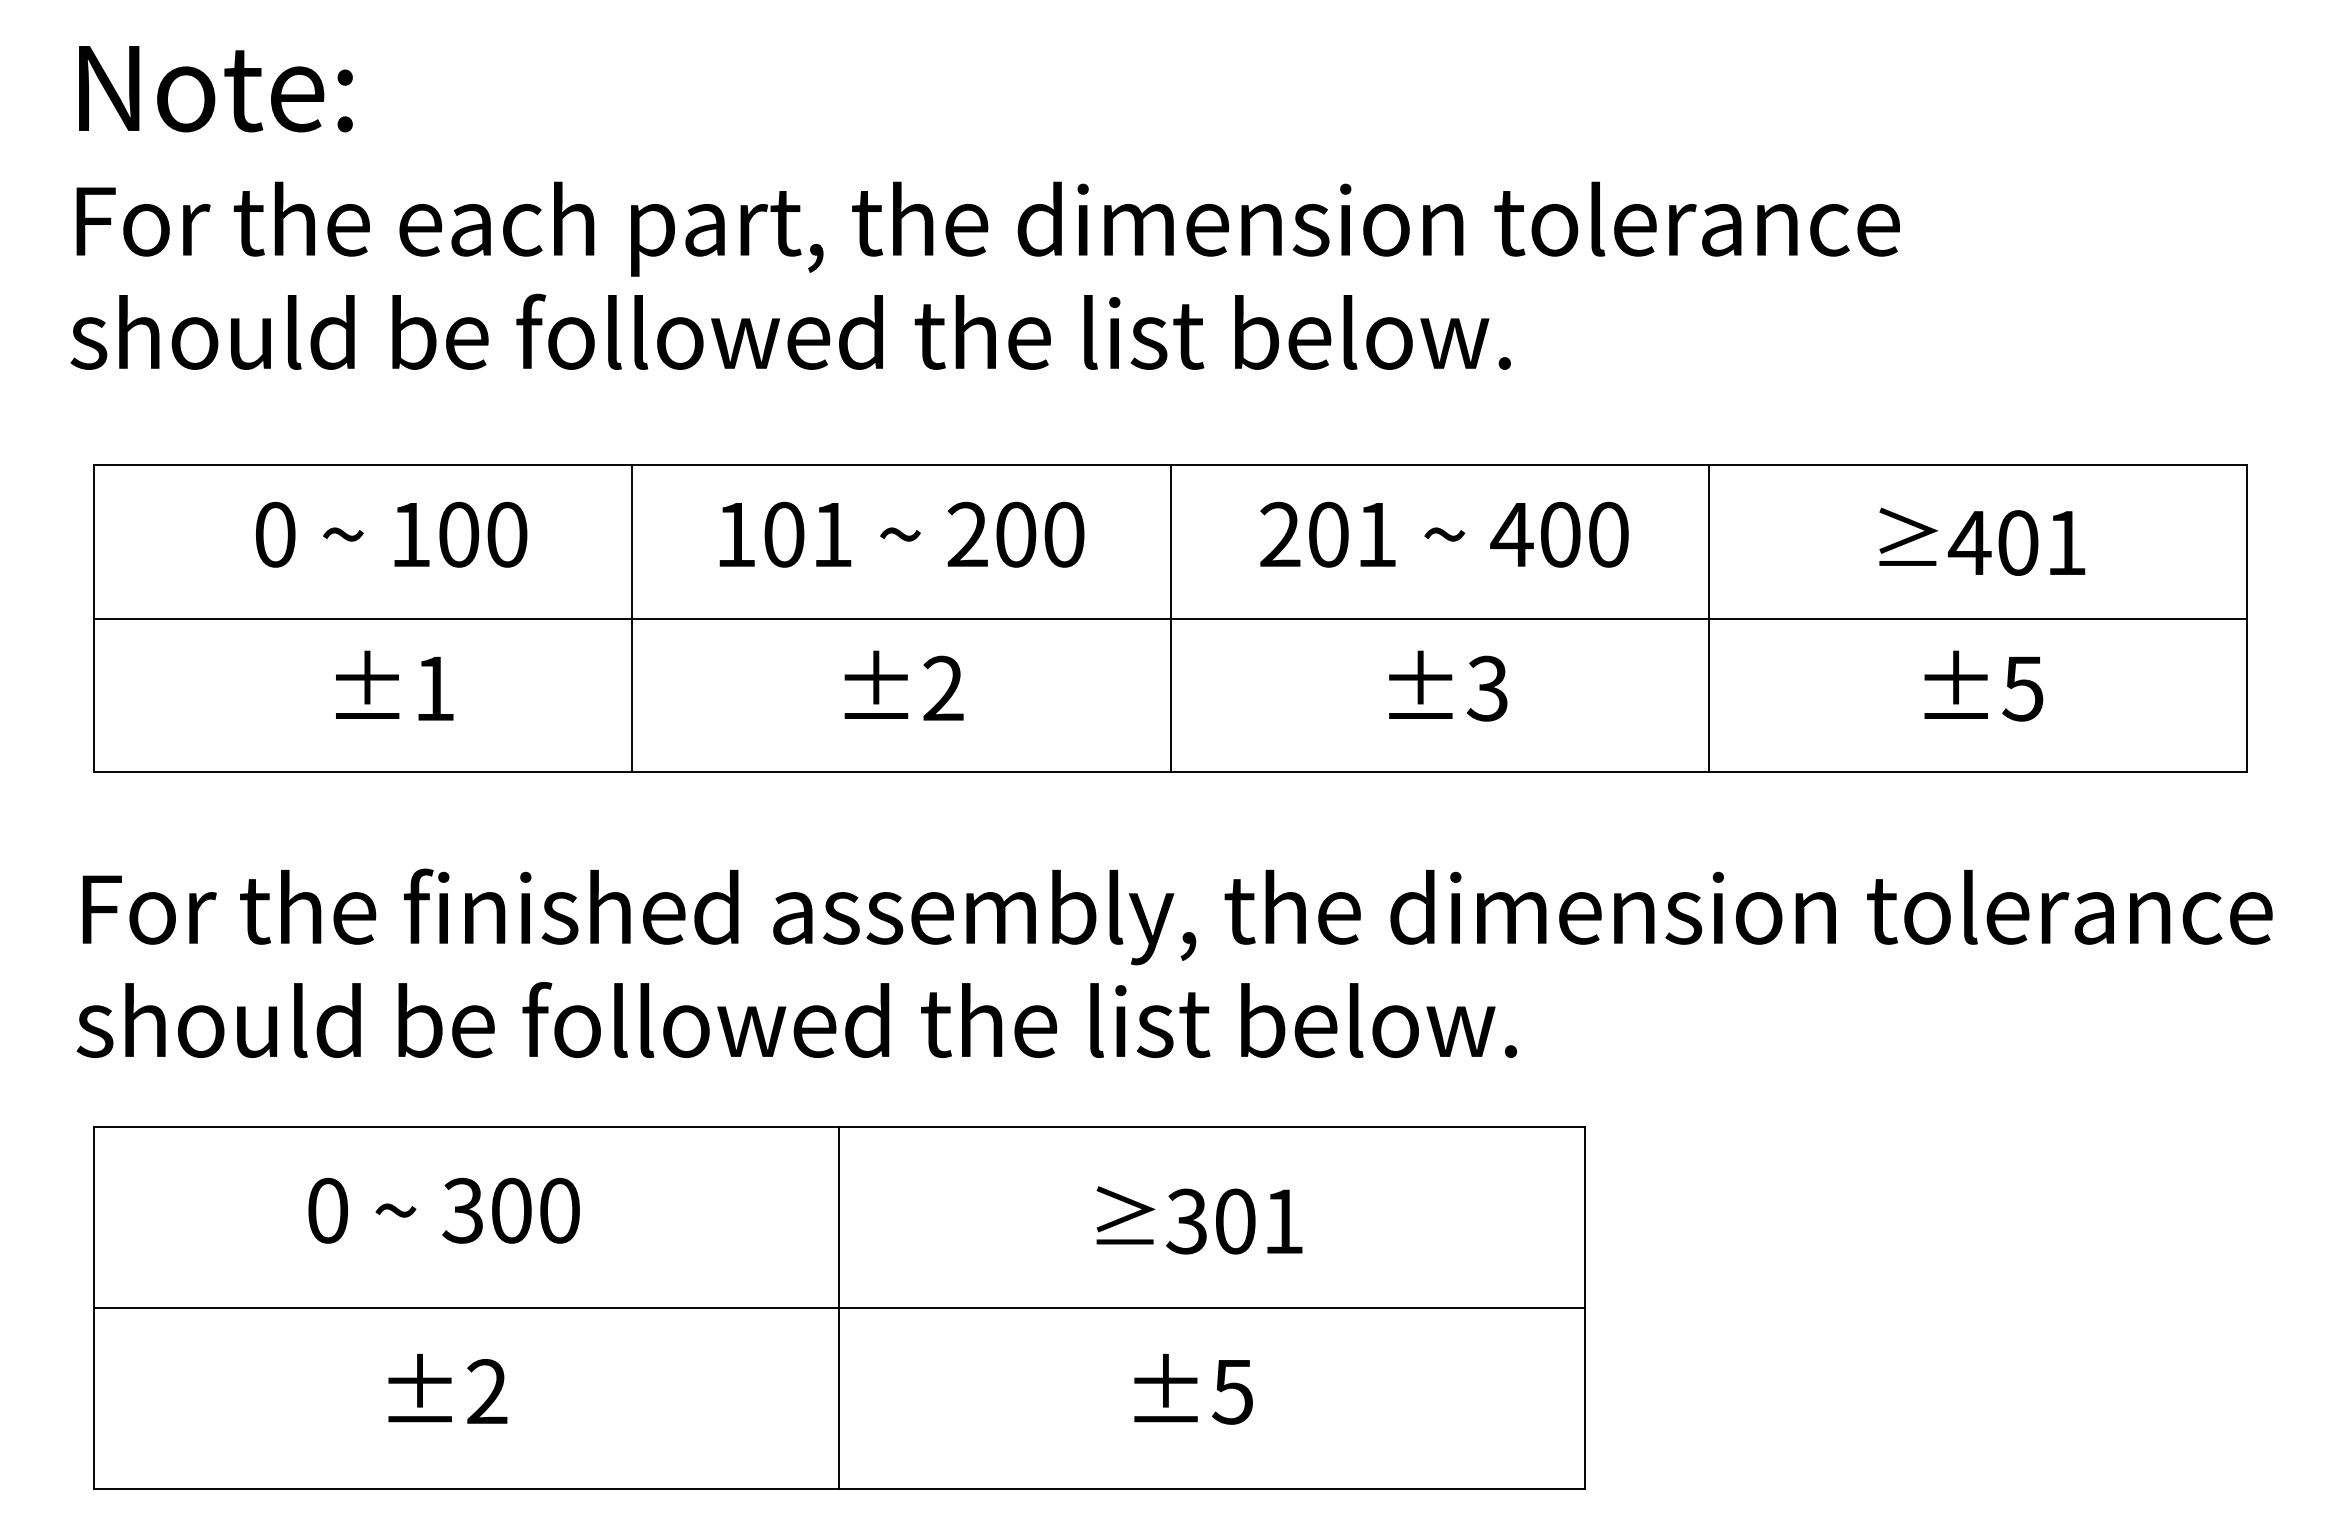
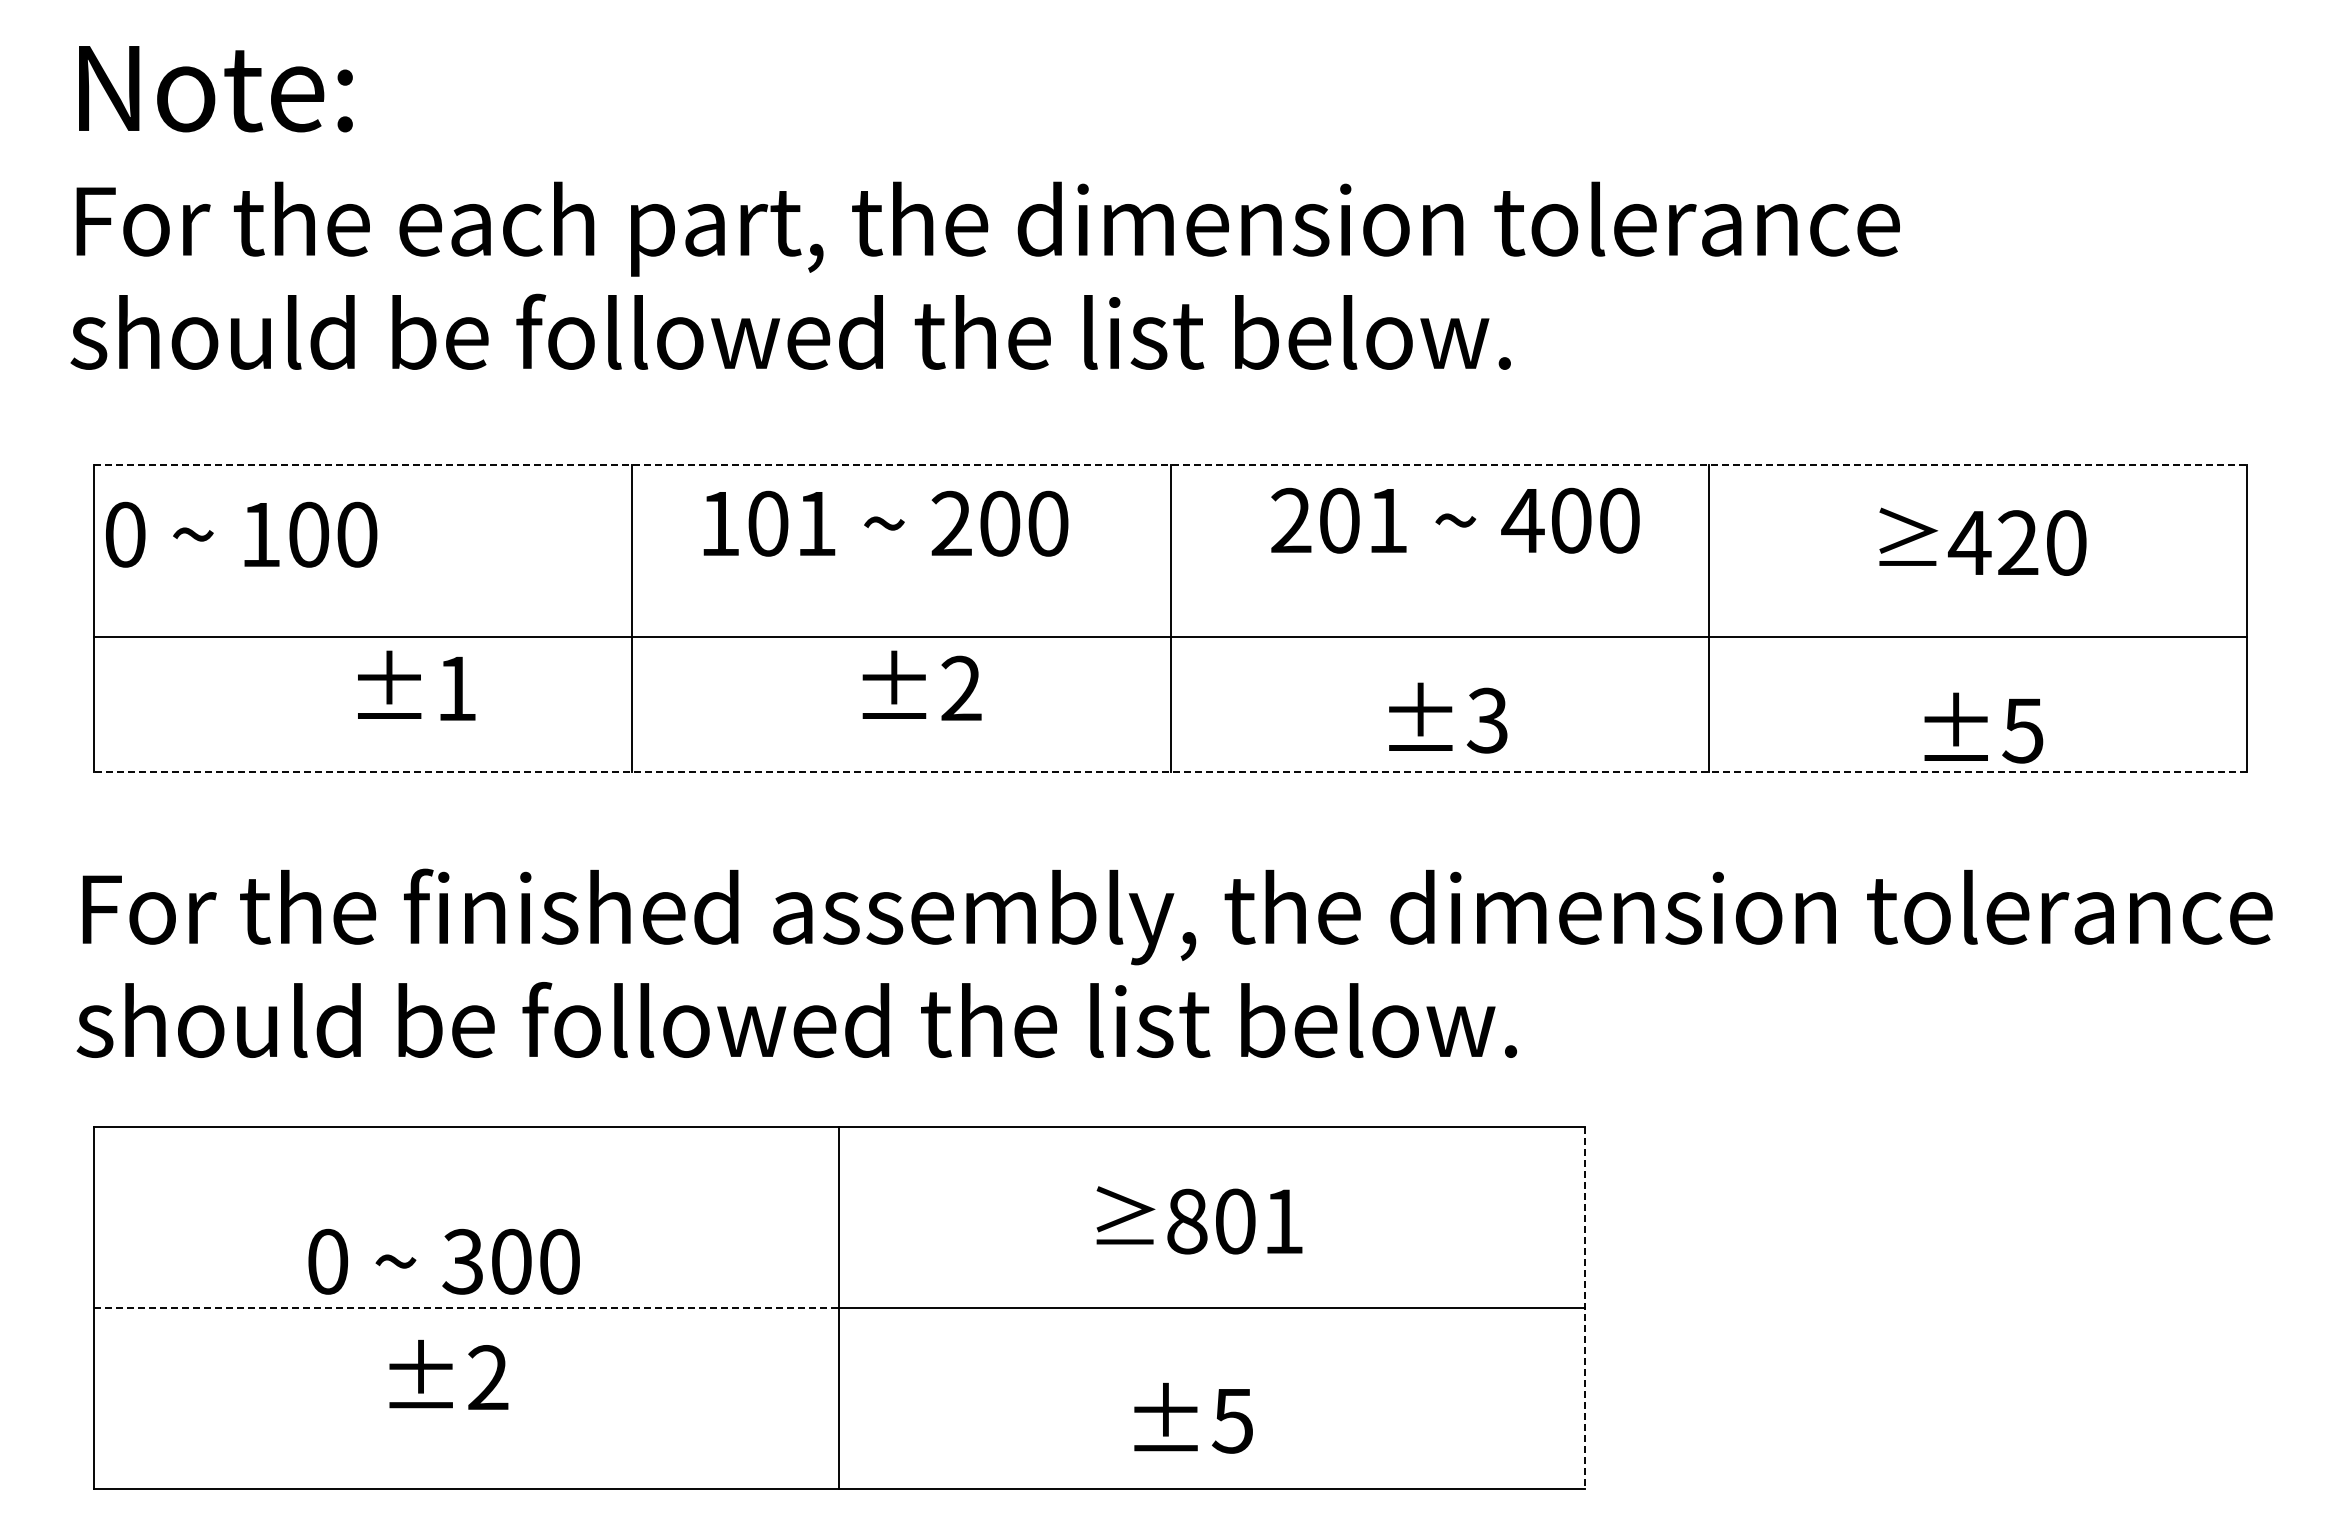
line at (1170, 464): solid -> dashed
text at (391, 534) position: (391, 534) -> (241, 534)
text at (901, 534) position: (901, 534) -> (885, 523)
text at (1444, 534) position: (1444, 534) -> (1455, 520)
text at (2042, 542): 401 -> 420
line at (1170, 618) position: (1170, 618) -> (1170, 636)
text at (394, 685) position: (394, 685) -> (416, 685)
text at (903, 685) position: (903, 685) -> (921, 685)
text at (1448, 685) position: (1448, 685) -> (1448, 717)
text at (1983, 685) position: (1983, 685) -> (1983, 727)
line at (1170, 772): solid -> dashed
text at (443, 1210) position: (443, 1210) -> (443, 1261)
text at (1186, 1221): 301 -> 801
line at (466, 1307): solid -> dashed
line at (1585, 1308): solid -> dashed
text at (447, 1388) position: (447, 1388) -> (448, 1374)
text at (1193, 1389) position: (1193, 1389) -> (1193, 1418)
